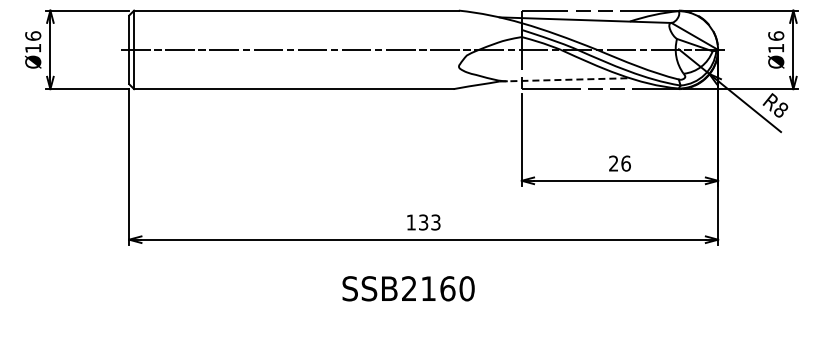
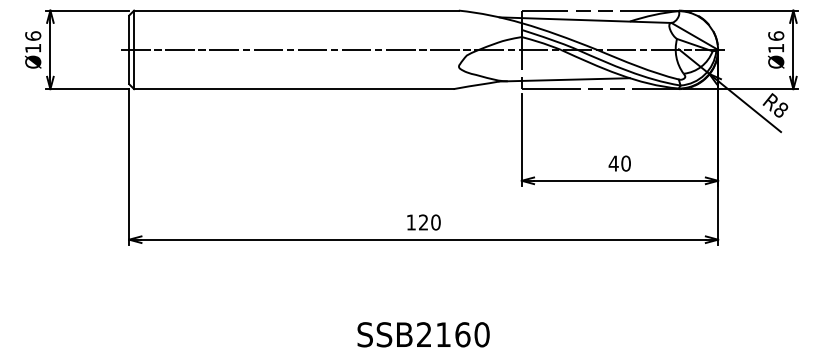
line at (565, 79): dashed -> solid
text at (619, 163): 26 -> 40
text at (429, 222): 133 -> 120
text at (408, 288) position: (408, 288) -> (423, 334)
